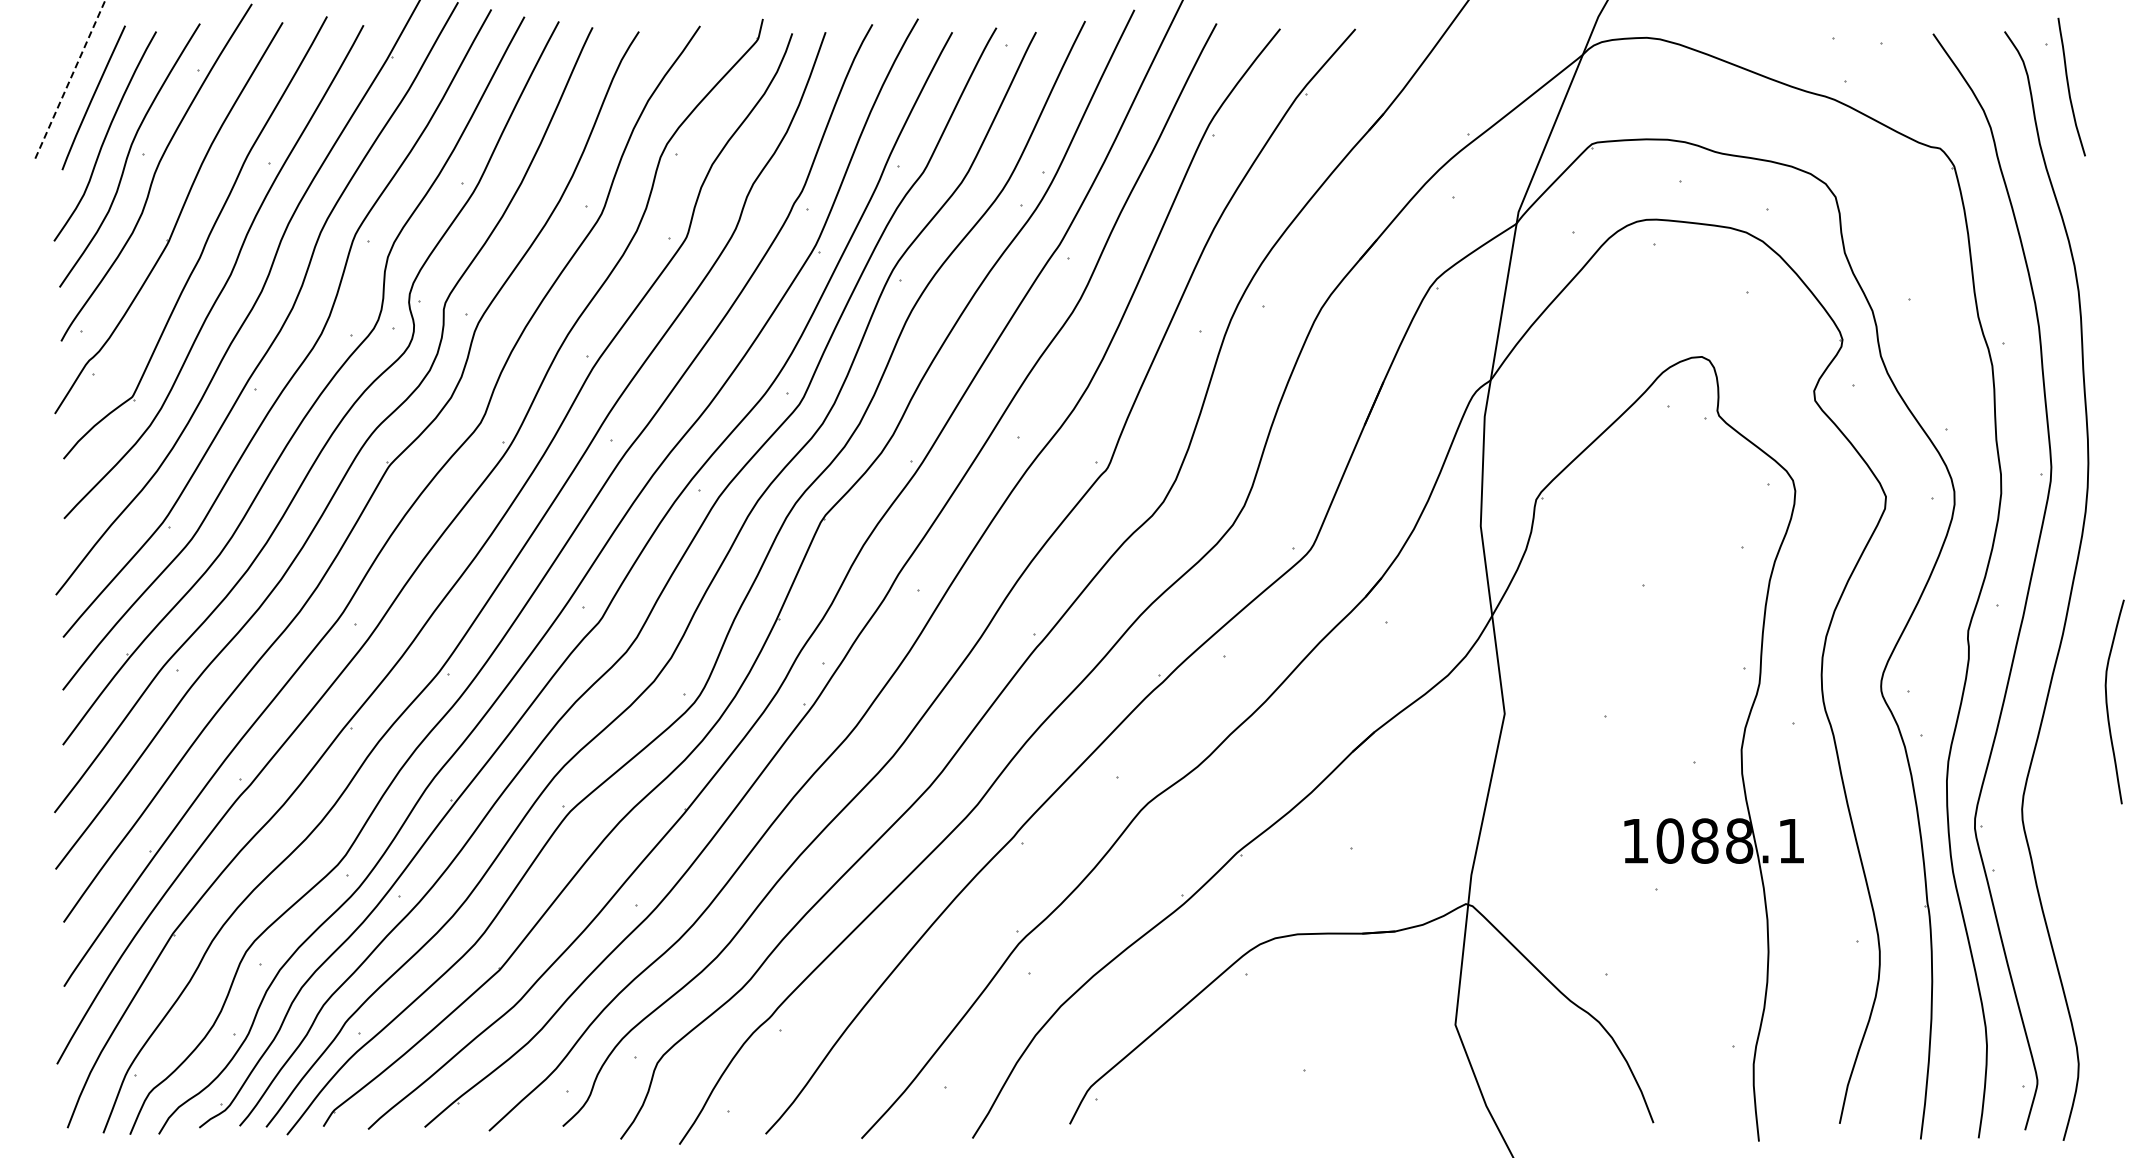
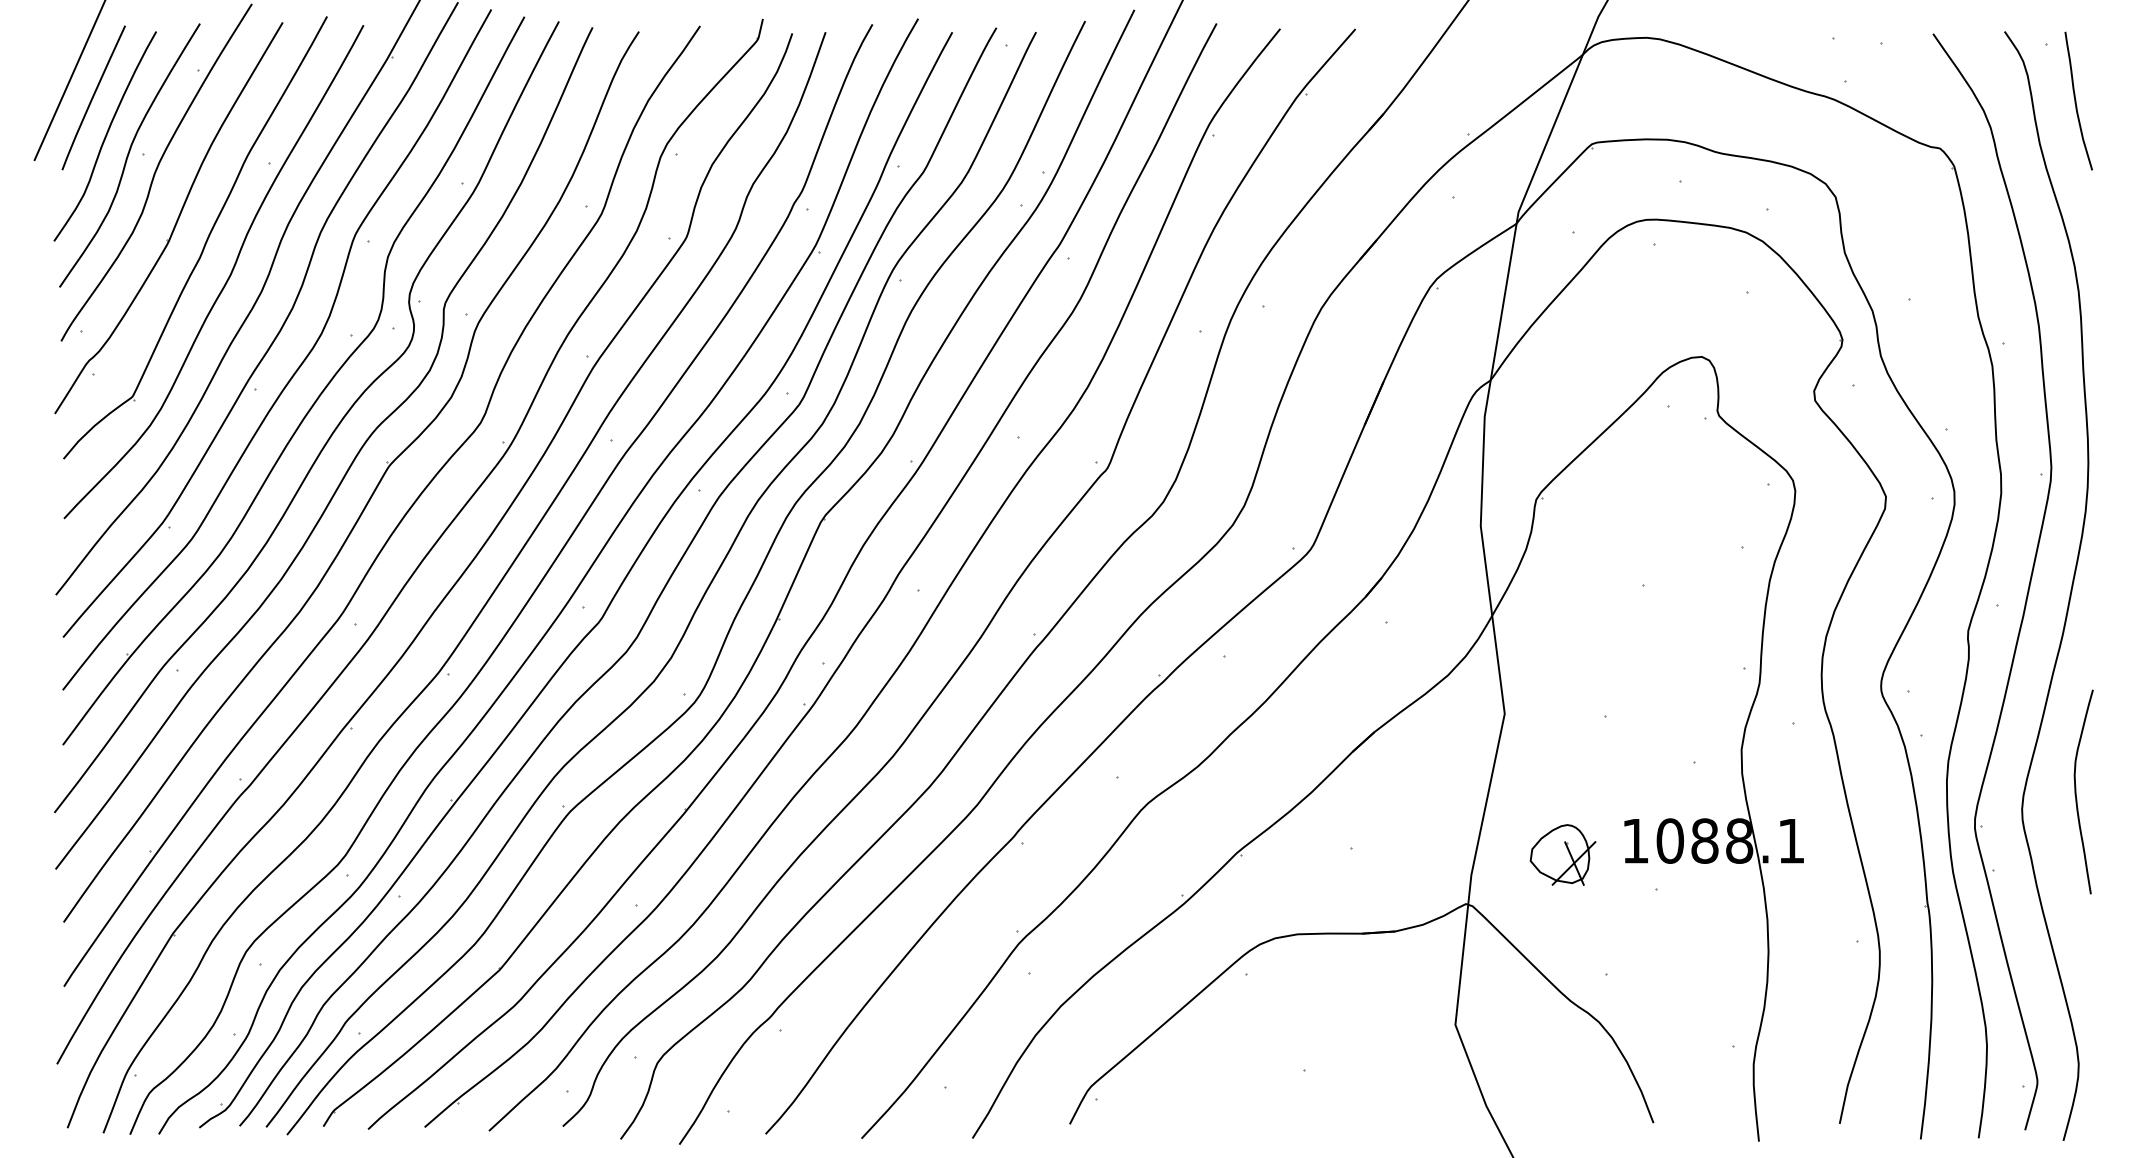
line at (69, 80): dashed -> solid
curve at (2069, 86) position: (2069, 86) -> (2076, 100)
curve at (2107, 701) position: (2107, 701) -> (2076, 791)
part at (1562, 854): none -> present
